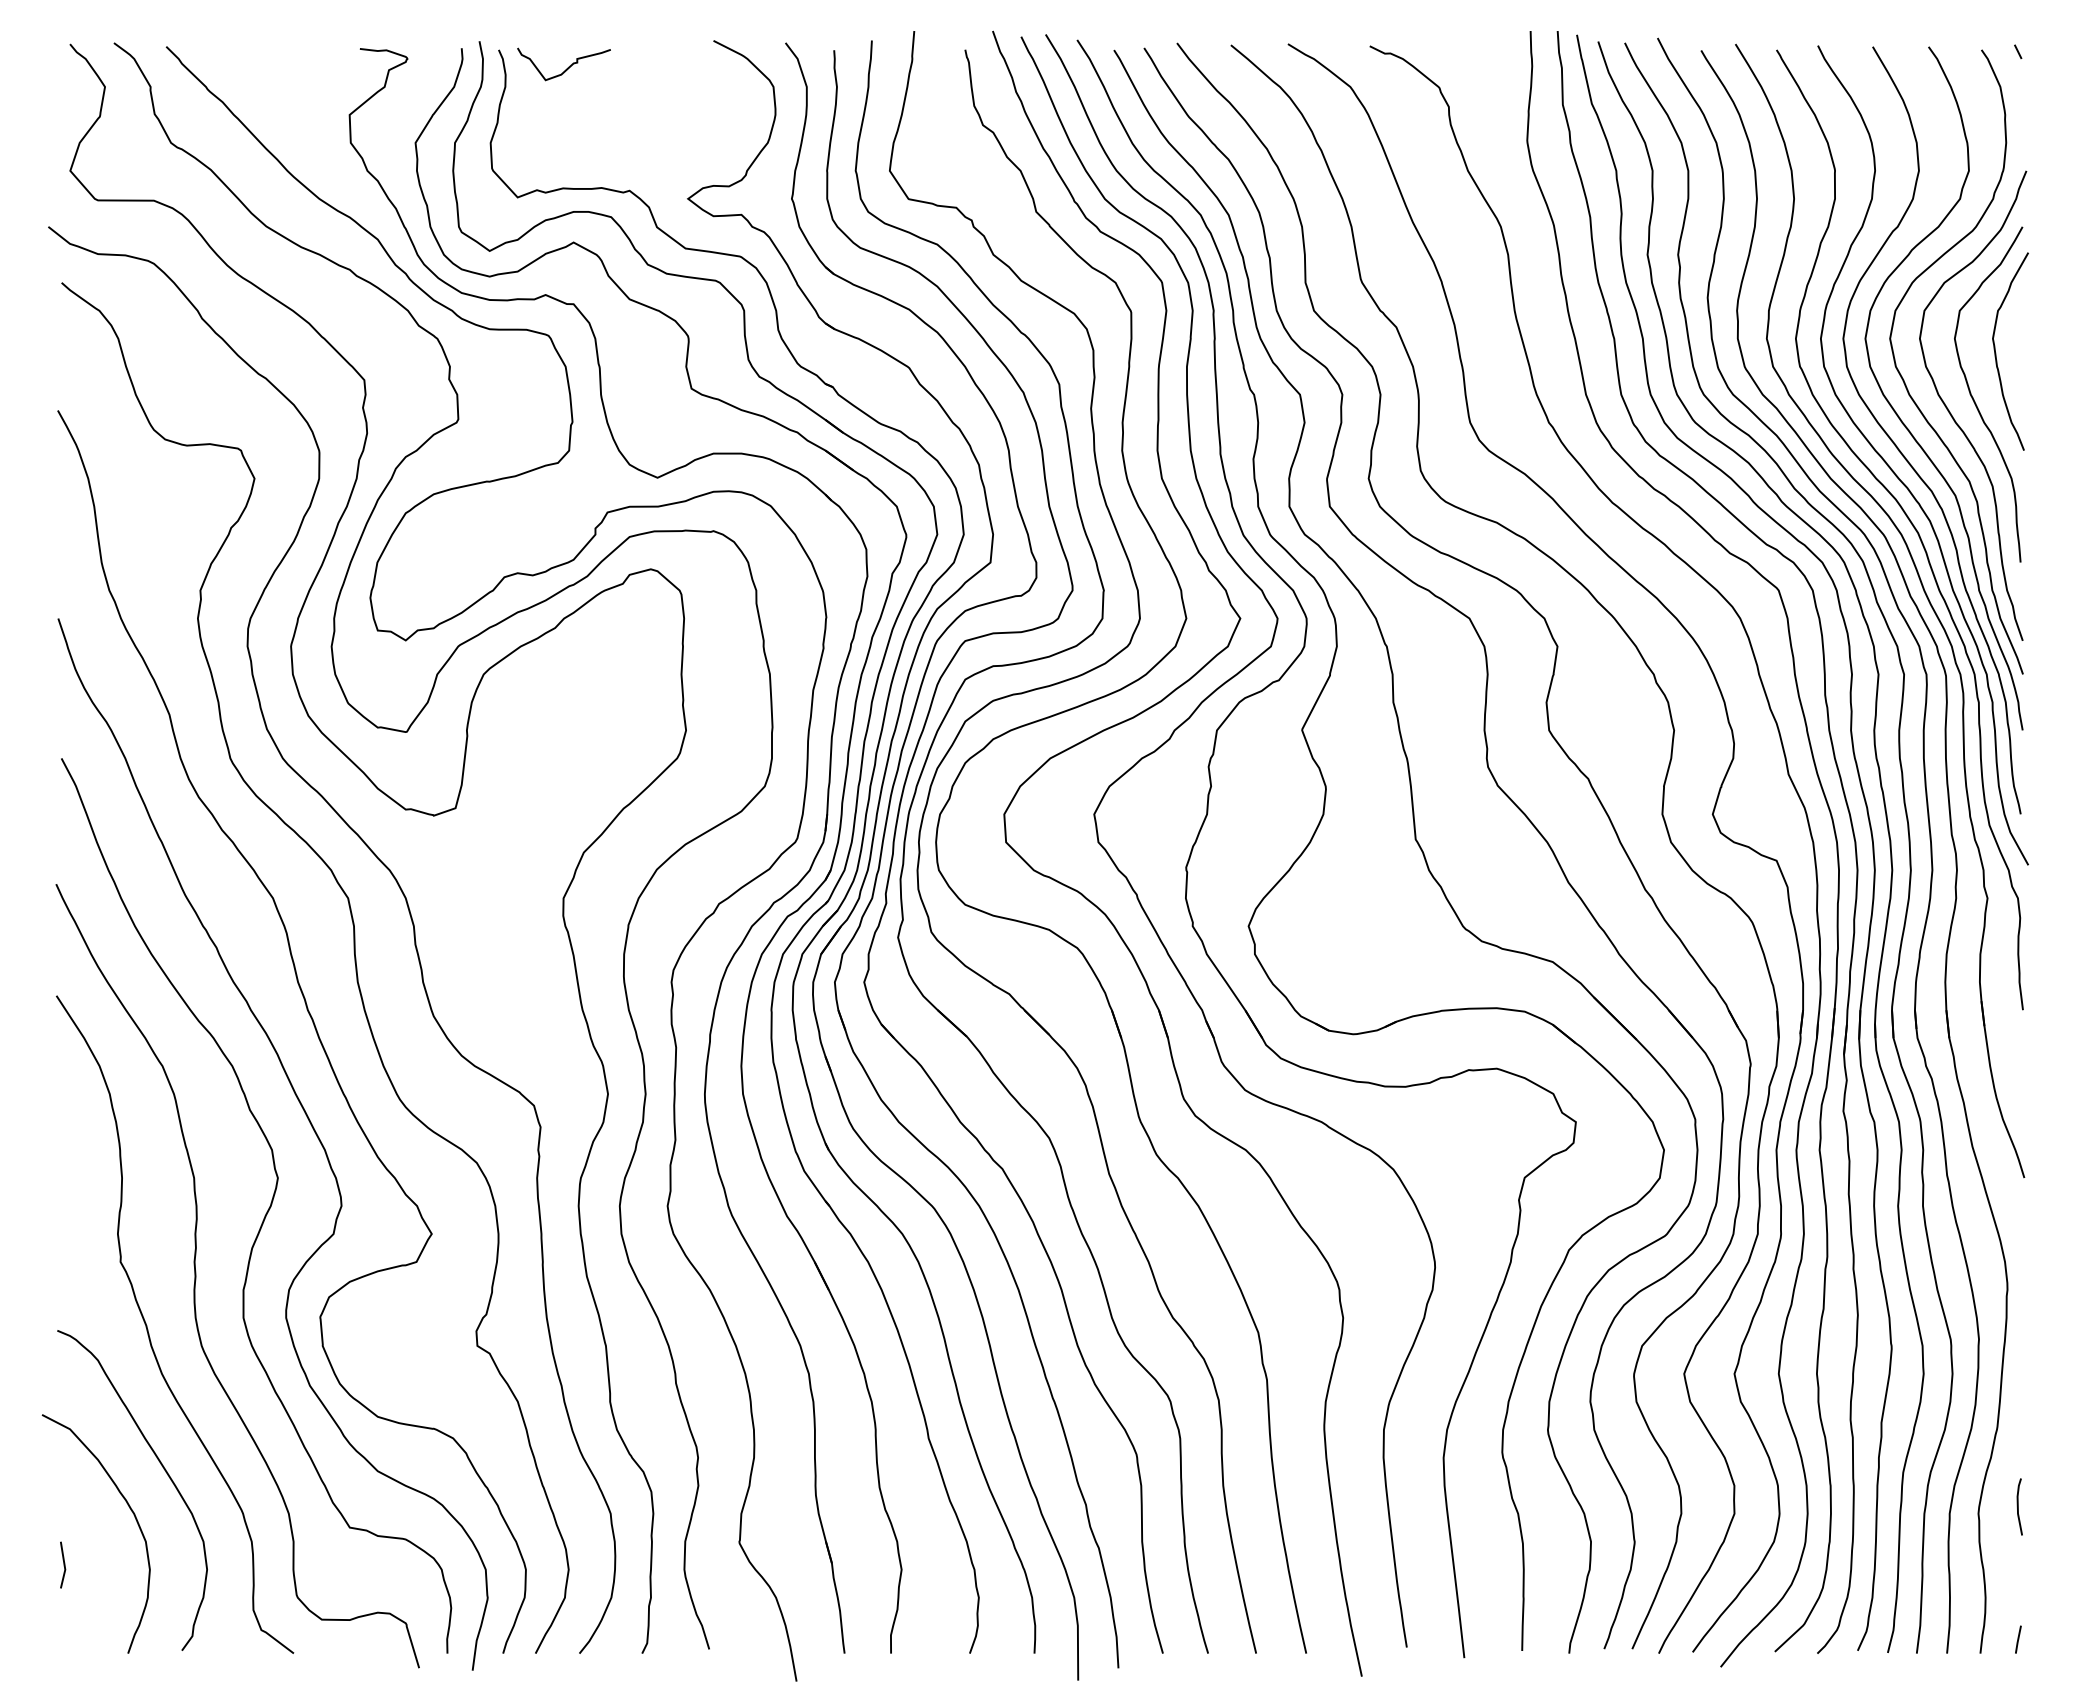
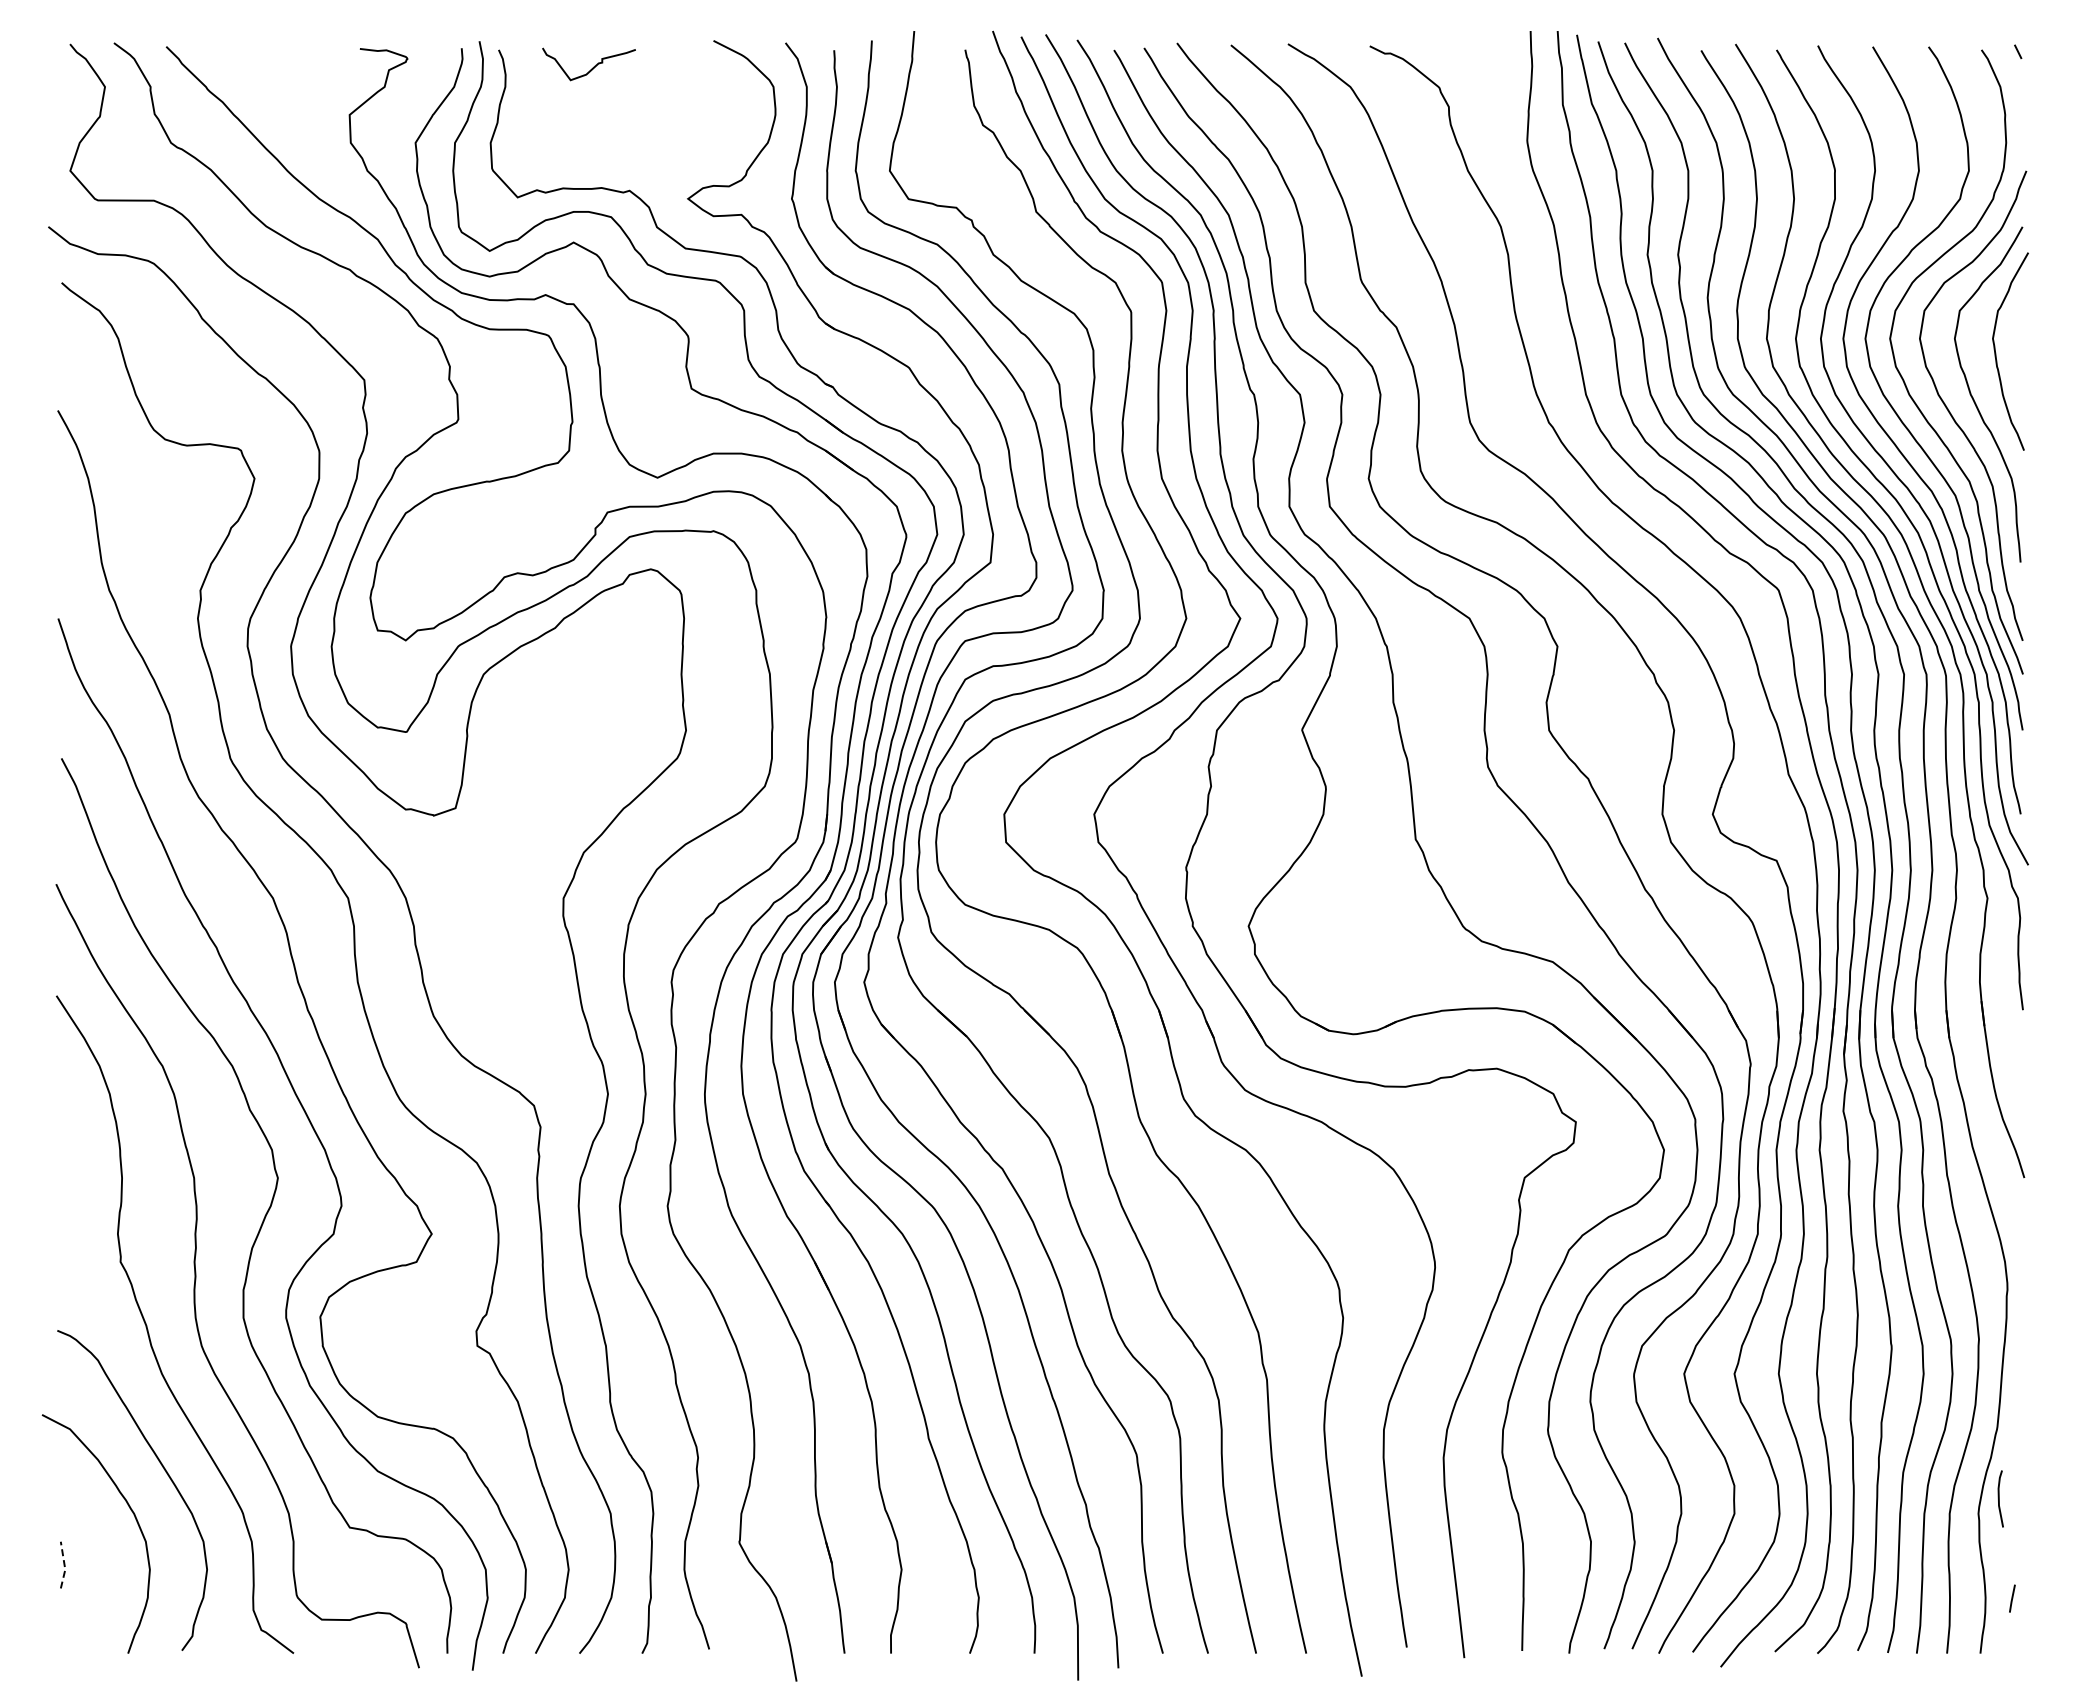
curve at (567, 67) position: (567, 67) -> (592, 67)
line at (2018, 1506) position: (2018, 1506) -> (1999, 1498)
line at (64, 1565): solid -> dashed
line at (2018, 1639) position: (2018, 1639) -> (2012, 1598)
